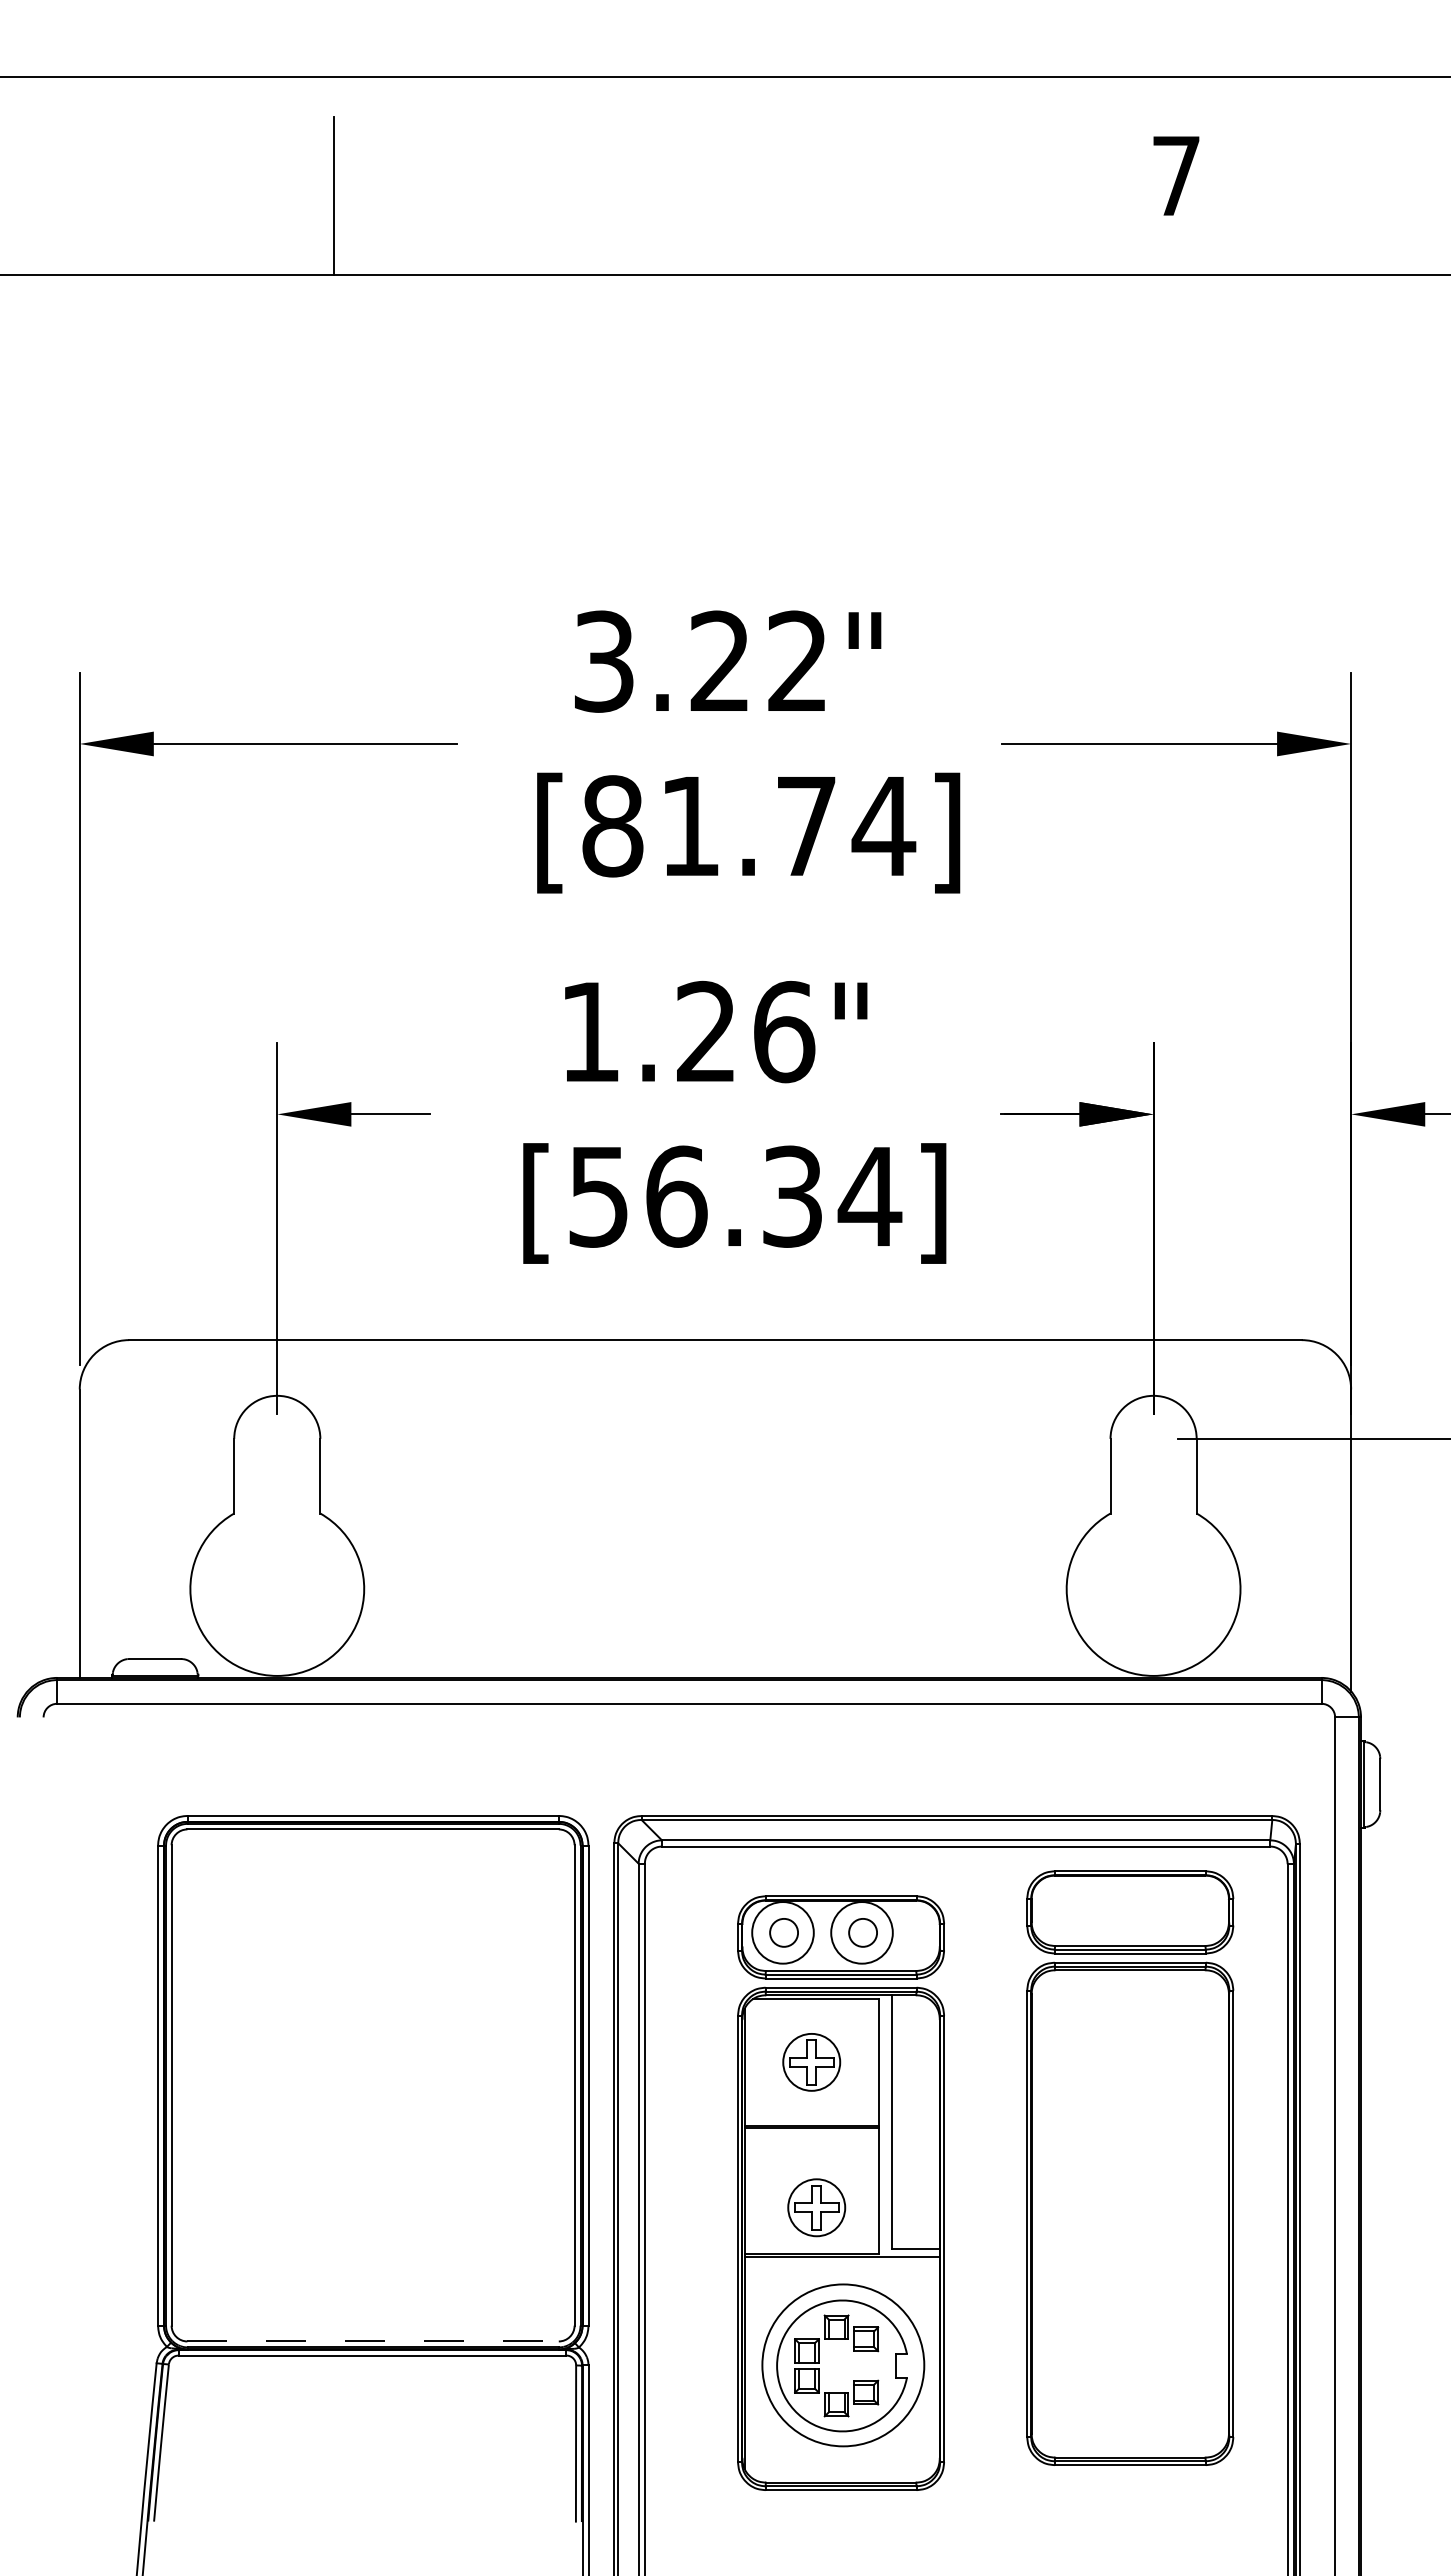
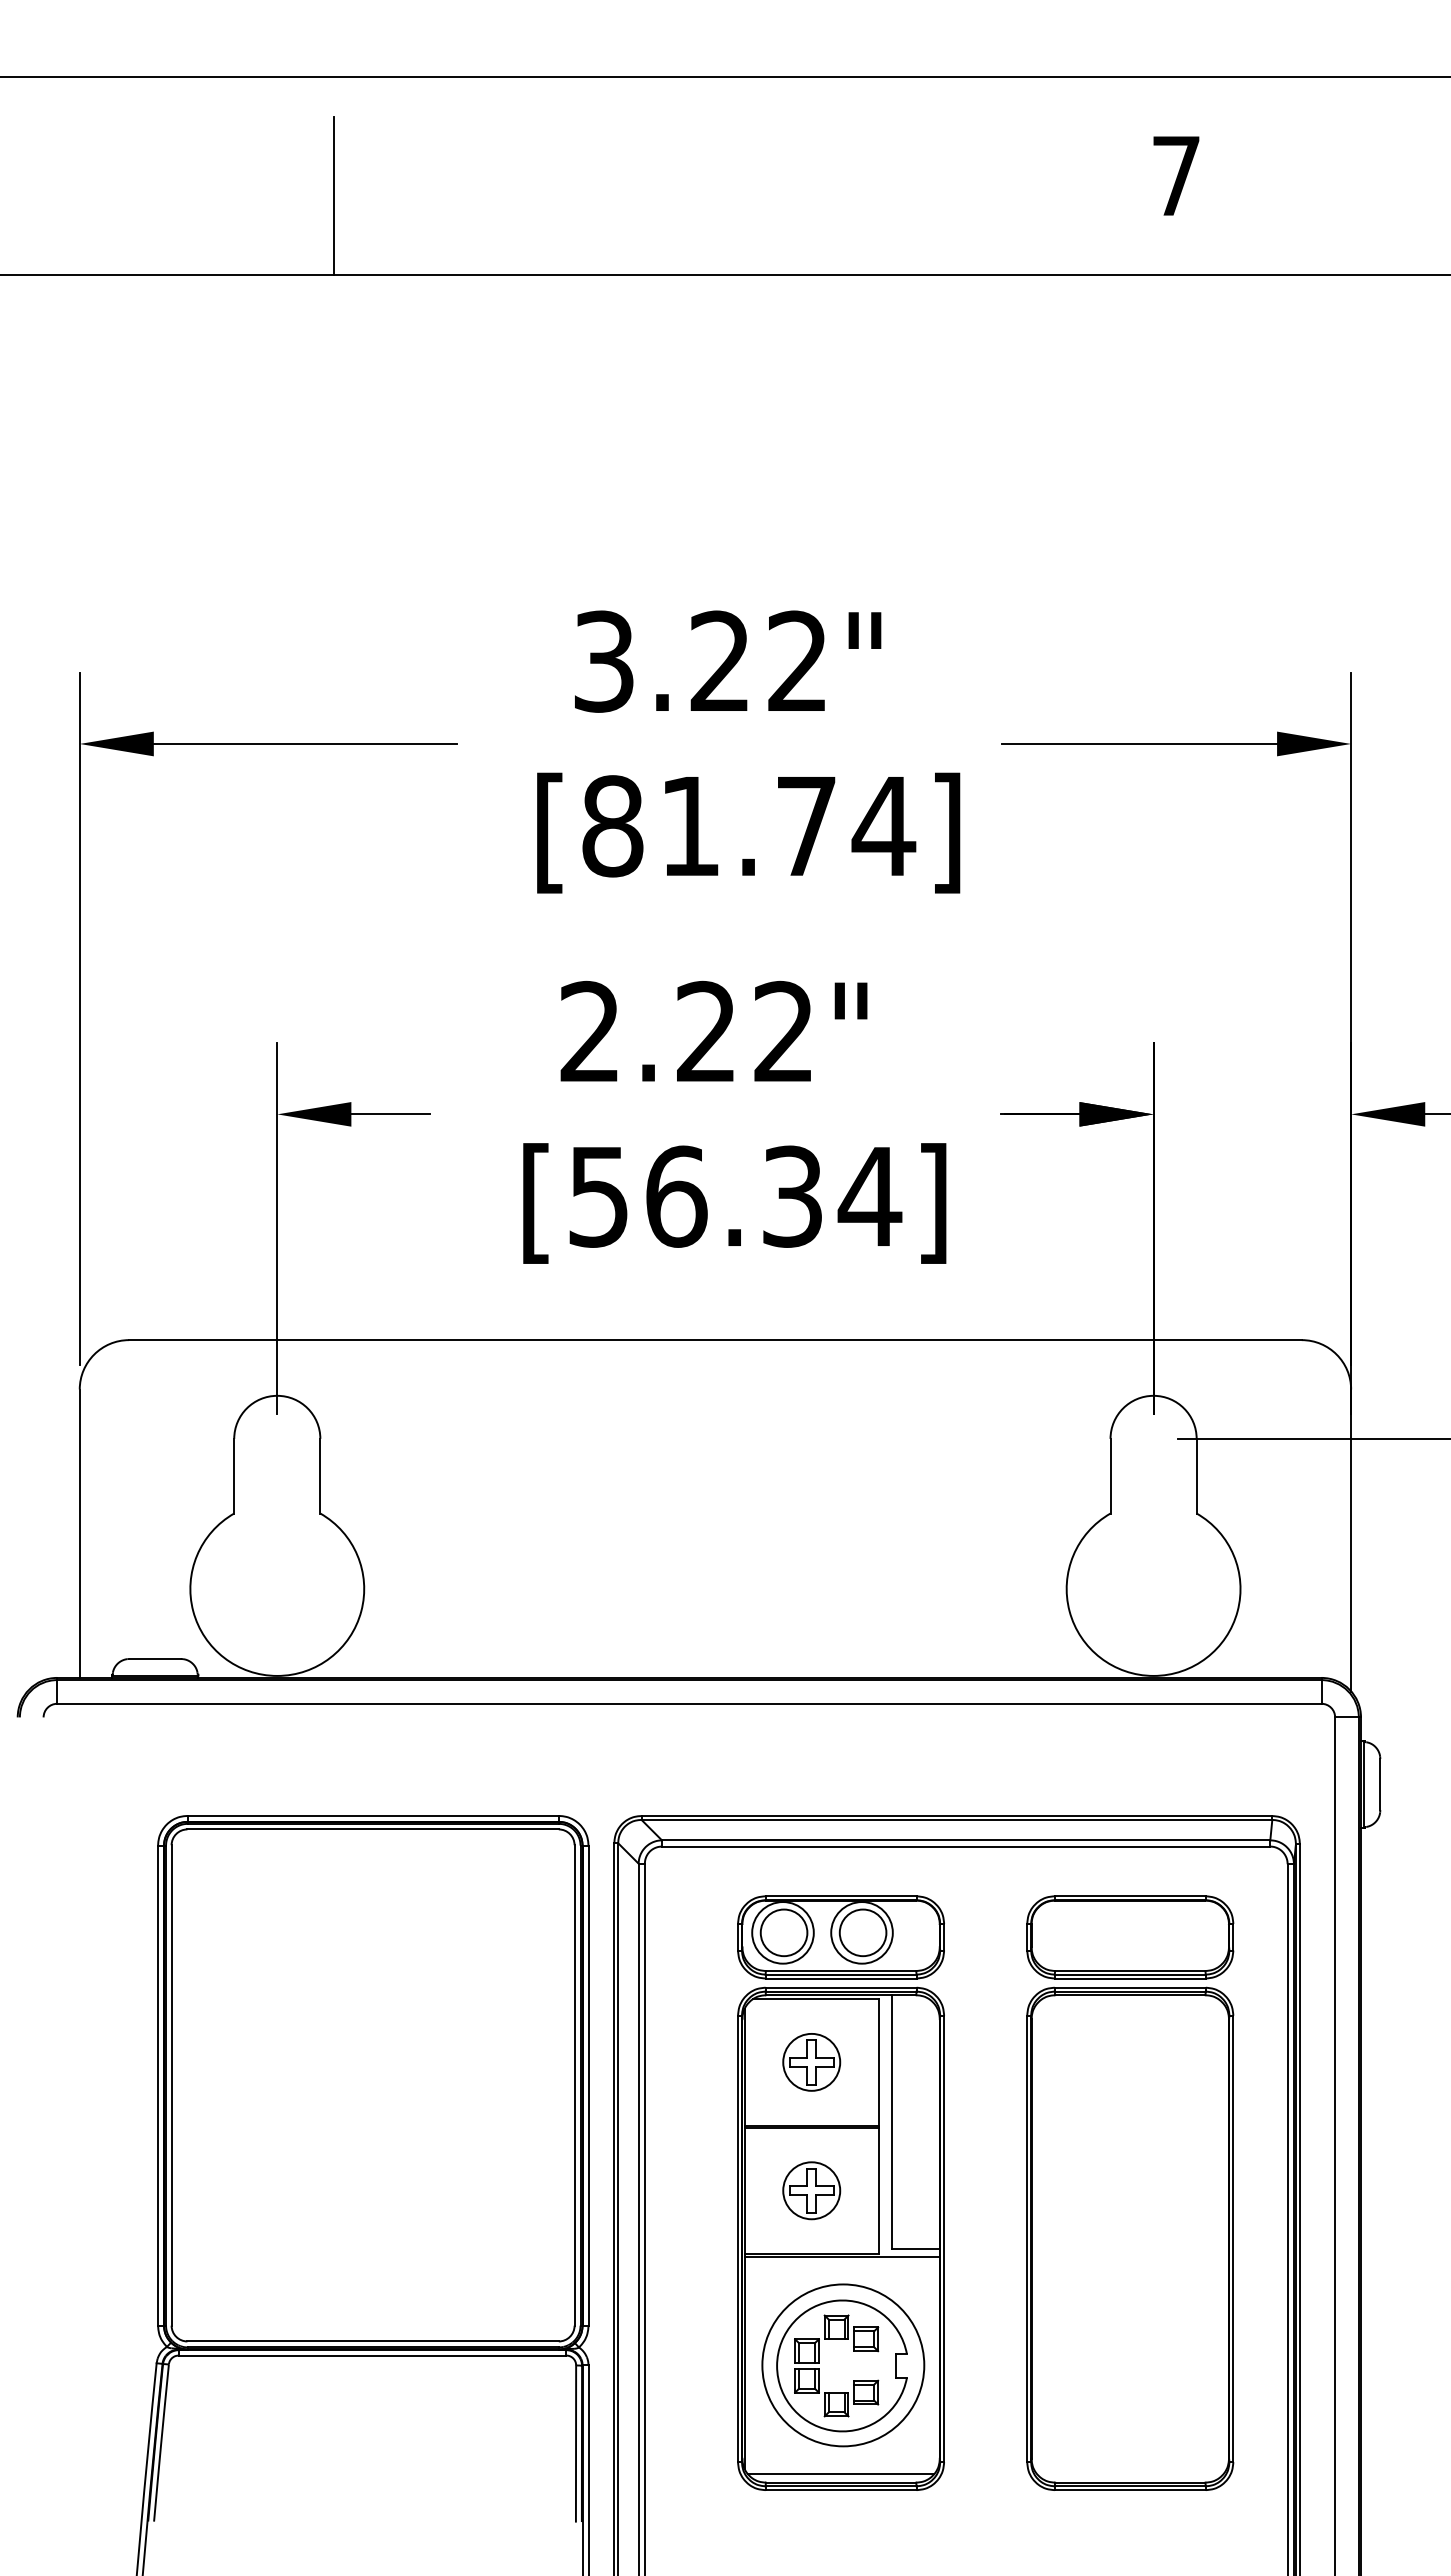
text at (687, 1031): 1.26" -> 2.22"
circle at (784, 1932) diameter: 28 px -> 47 px
circle at (863, 1932) diameter: 28 px -> 47 px
part at (1130, 2167) position: (1130, 2167) -> (1130, 2192)
part at (816, 2207) position: (816, 2207) -> (811, 2190)
line at (373, 2341): dashed -> solid
line at (841, 2474): none -> present
